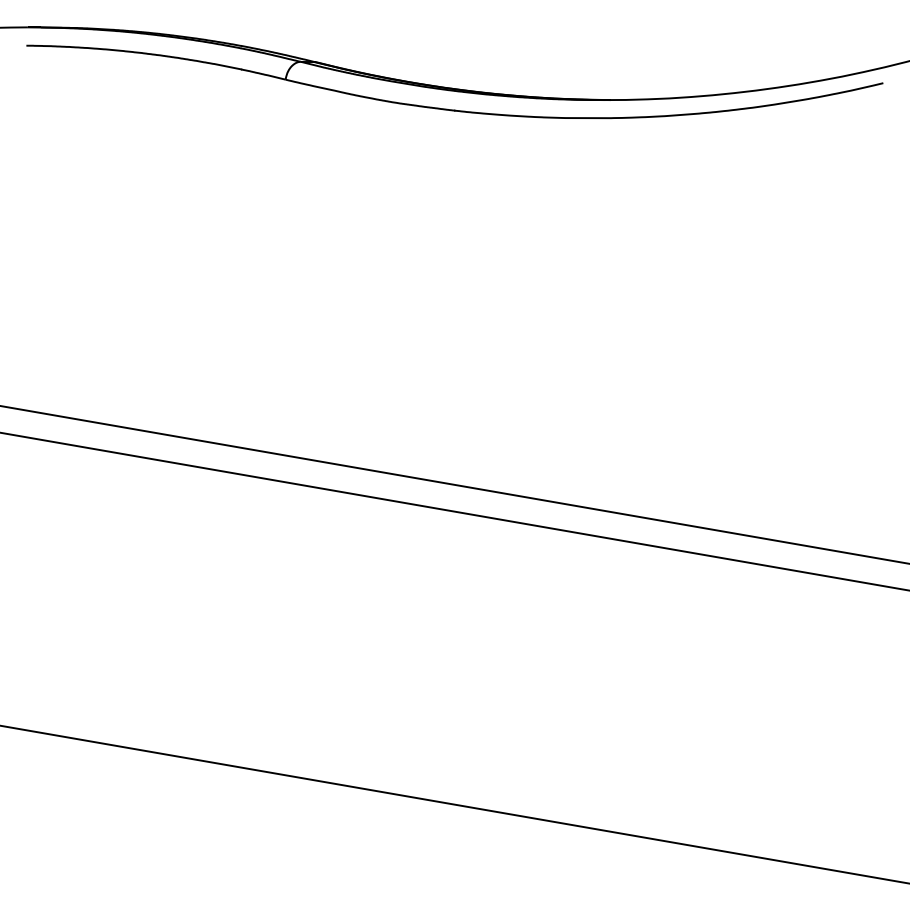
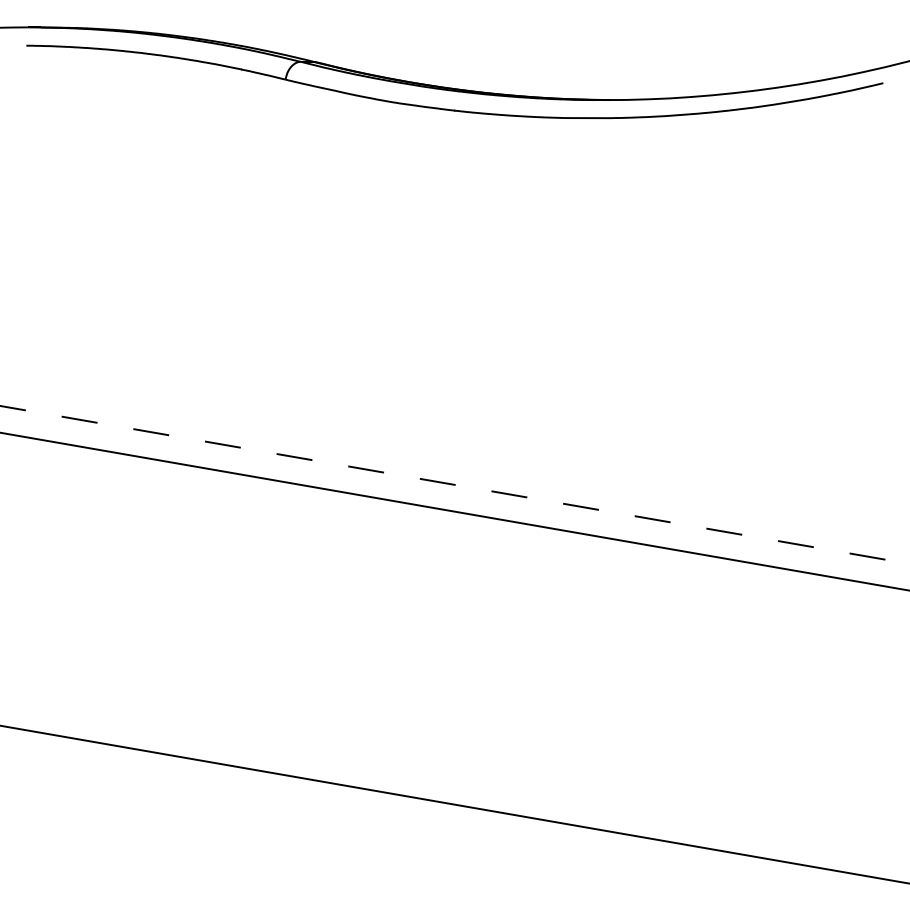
line at (455, 484): solid -> dashed
